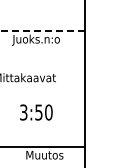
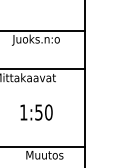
line at (42, 30): dashed -> solid
line at (43, 69): none -> present
text at (23, 112): 3:50 -> 1:50
